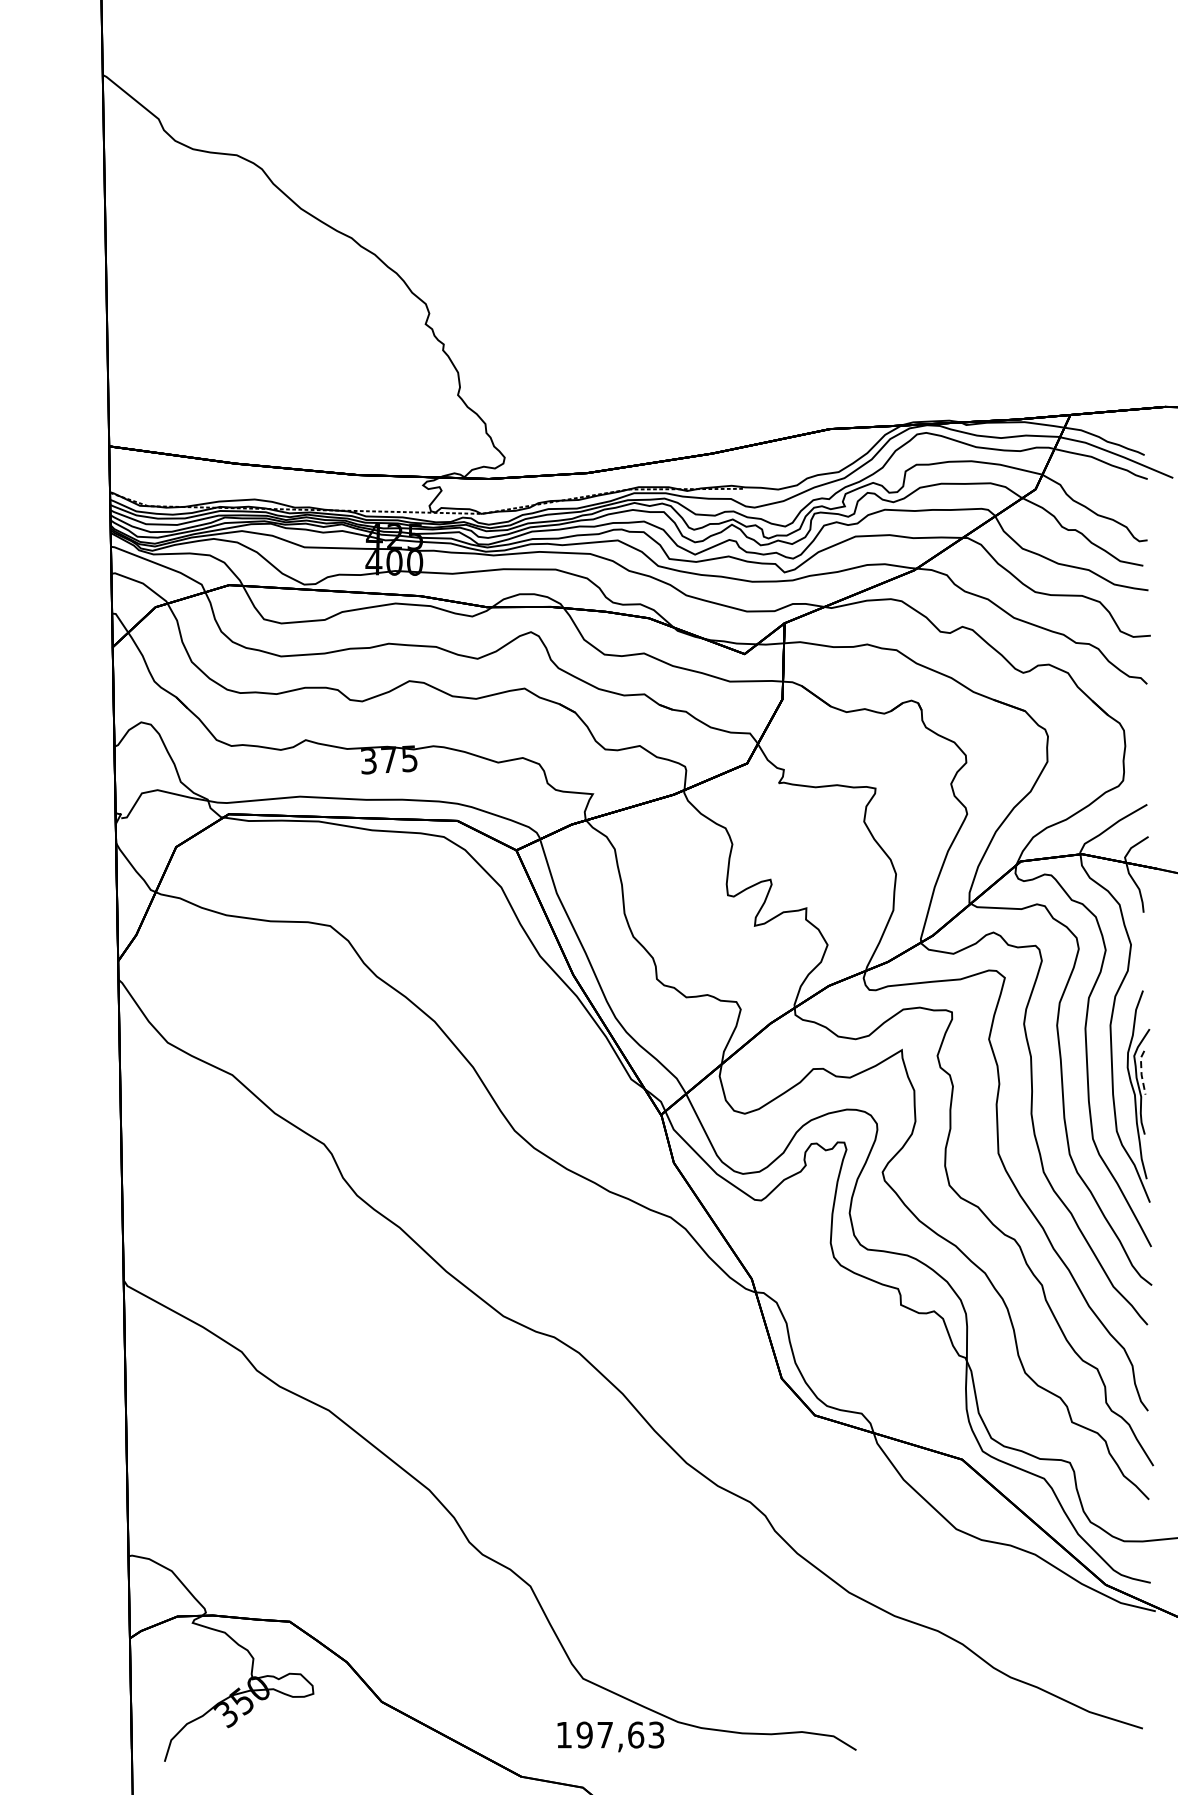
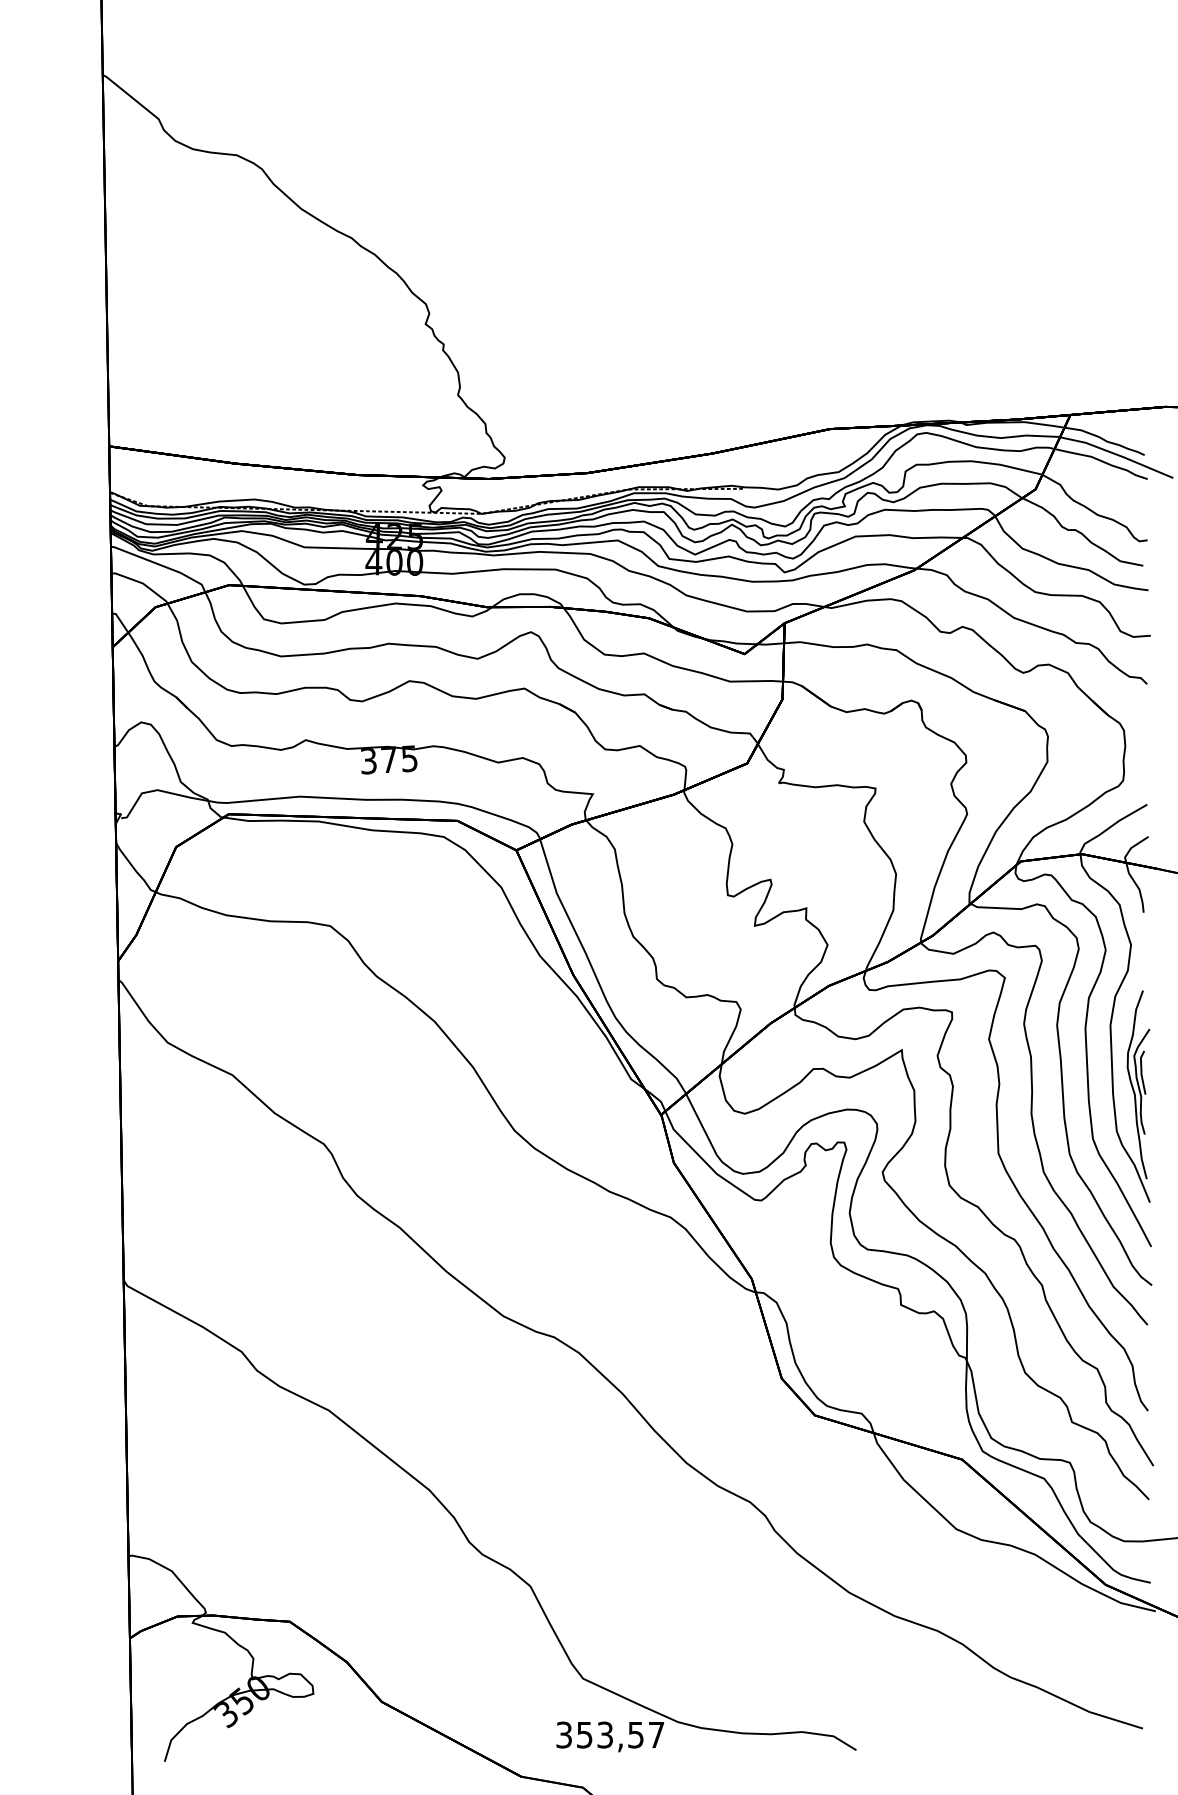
line at (1141, 1073): dashed -> solid
text at (610, 1734): 197,63 -> 353,57
